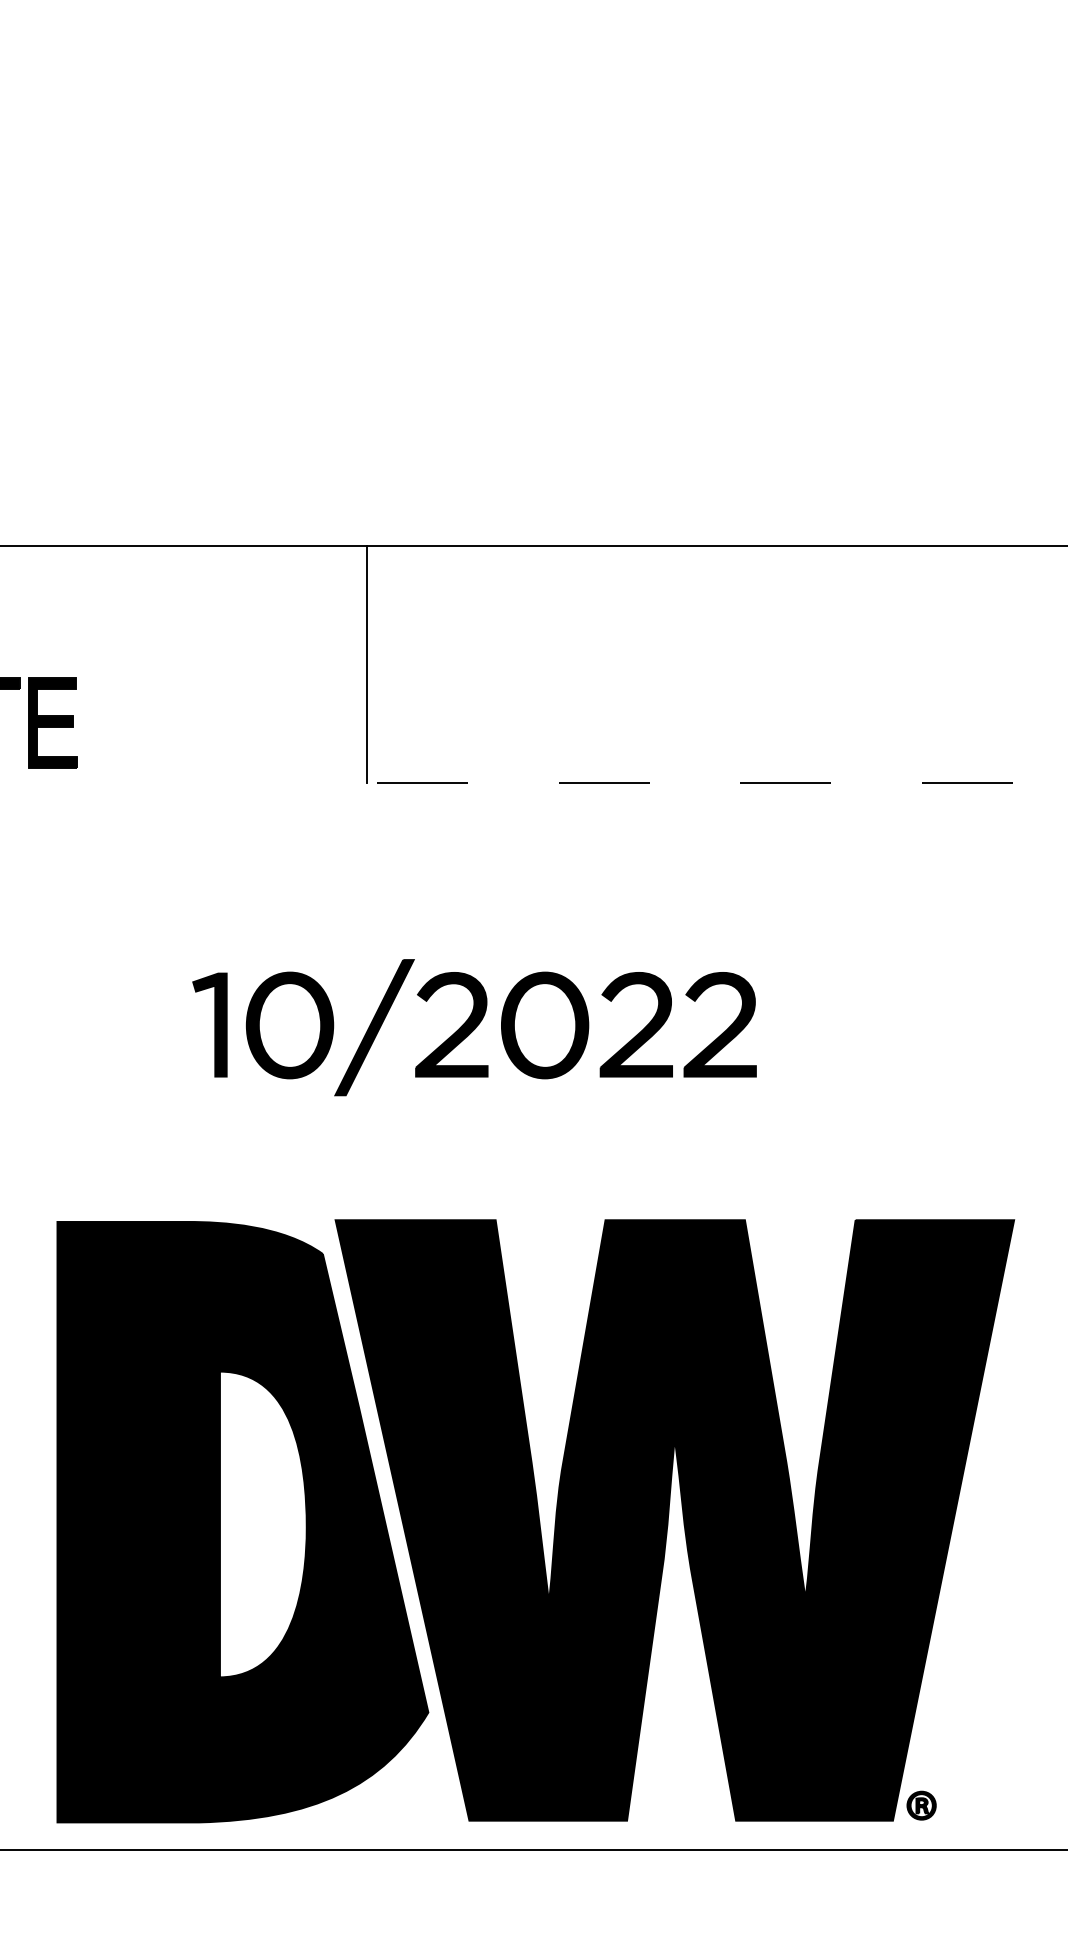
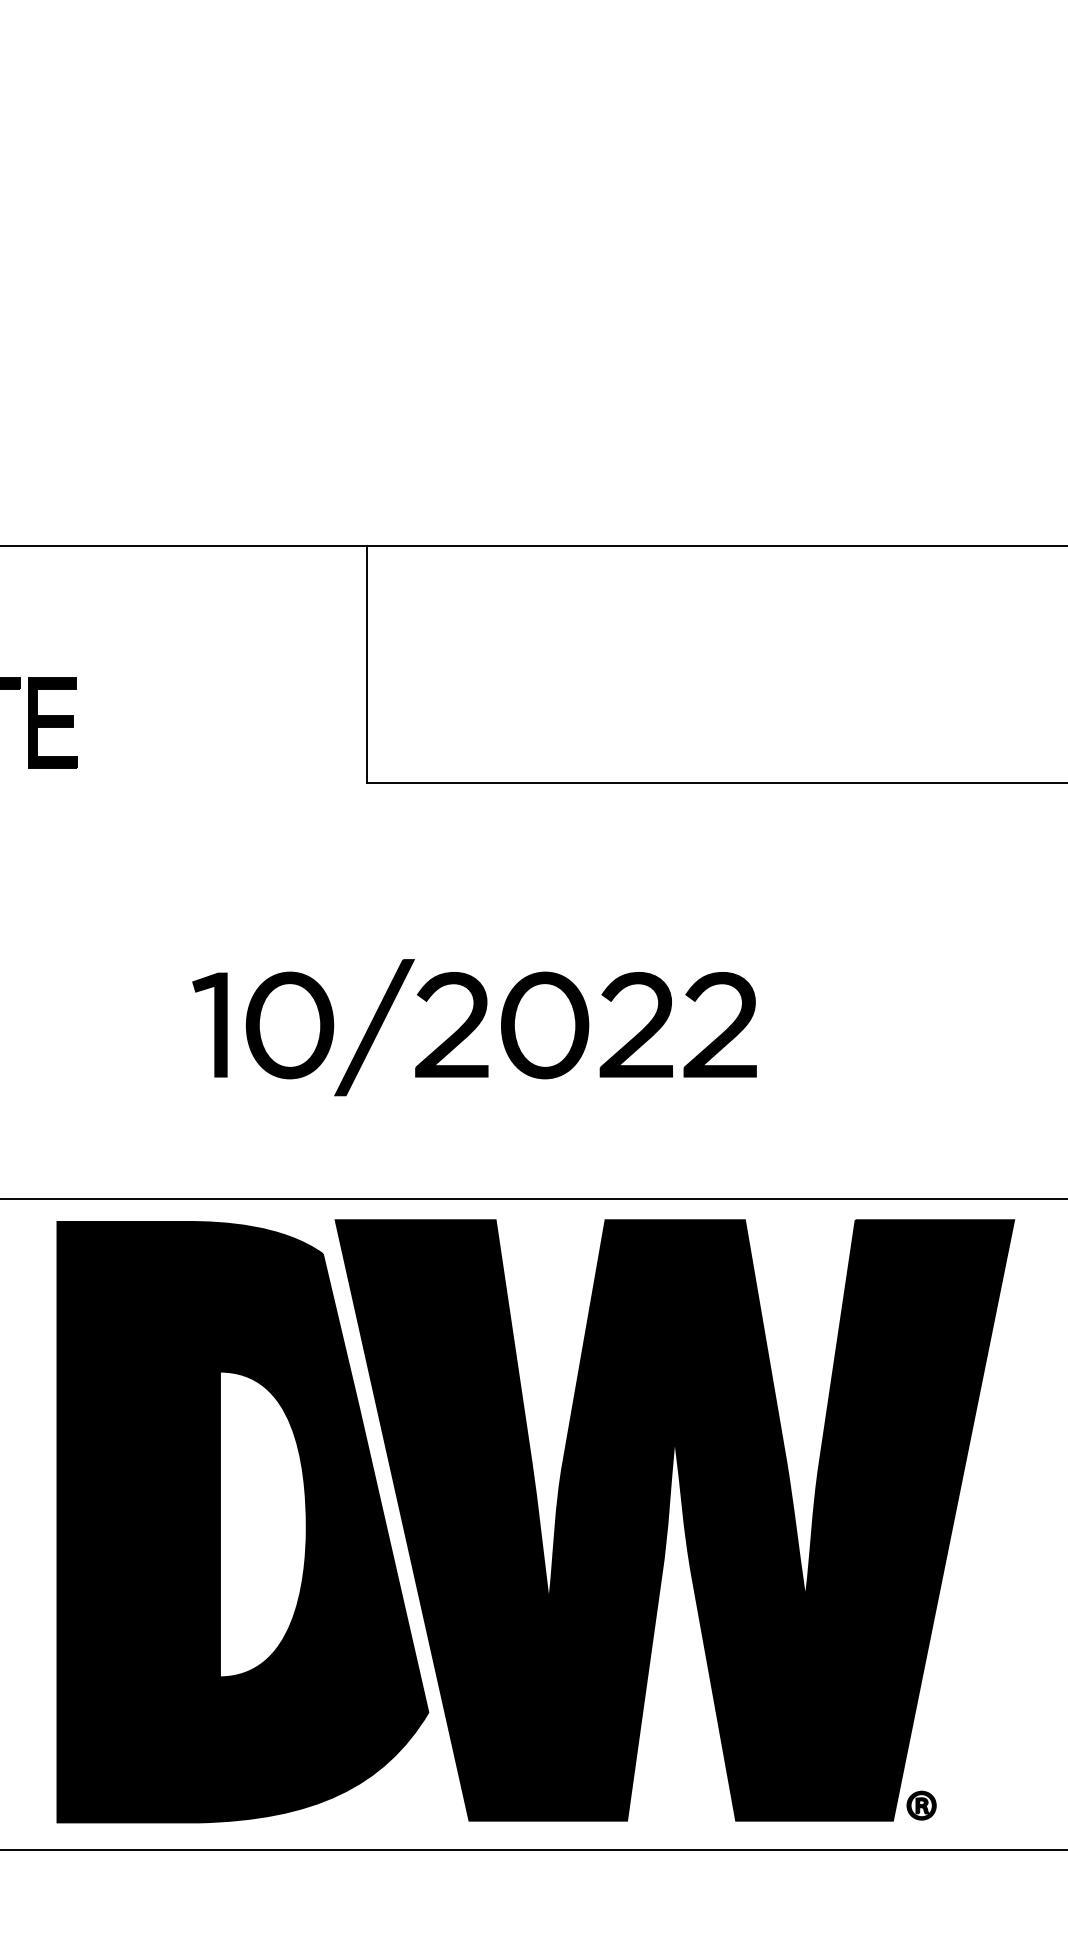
line at (716, 783): dashed -> solid
line at (533, 1199): none -> present
